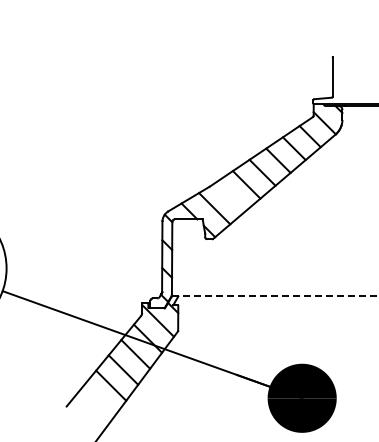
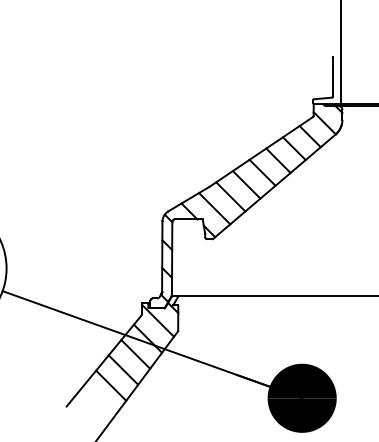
line at (340, 53): none -> present
line at (230, 196): none -> present
line at (275, 296): dashed -> solid
